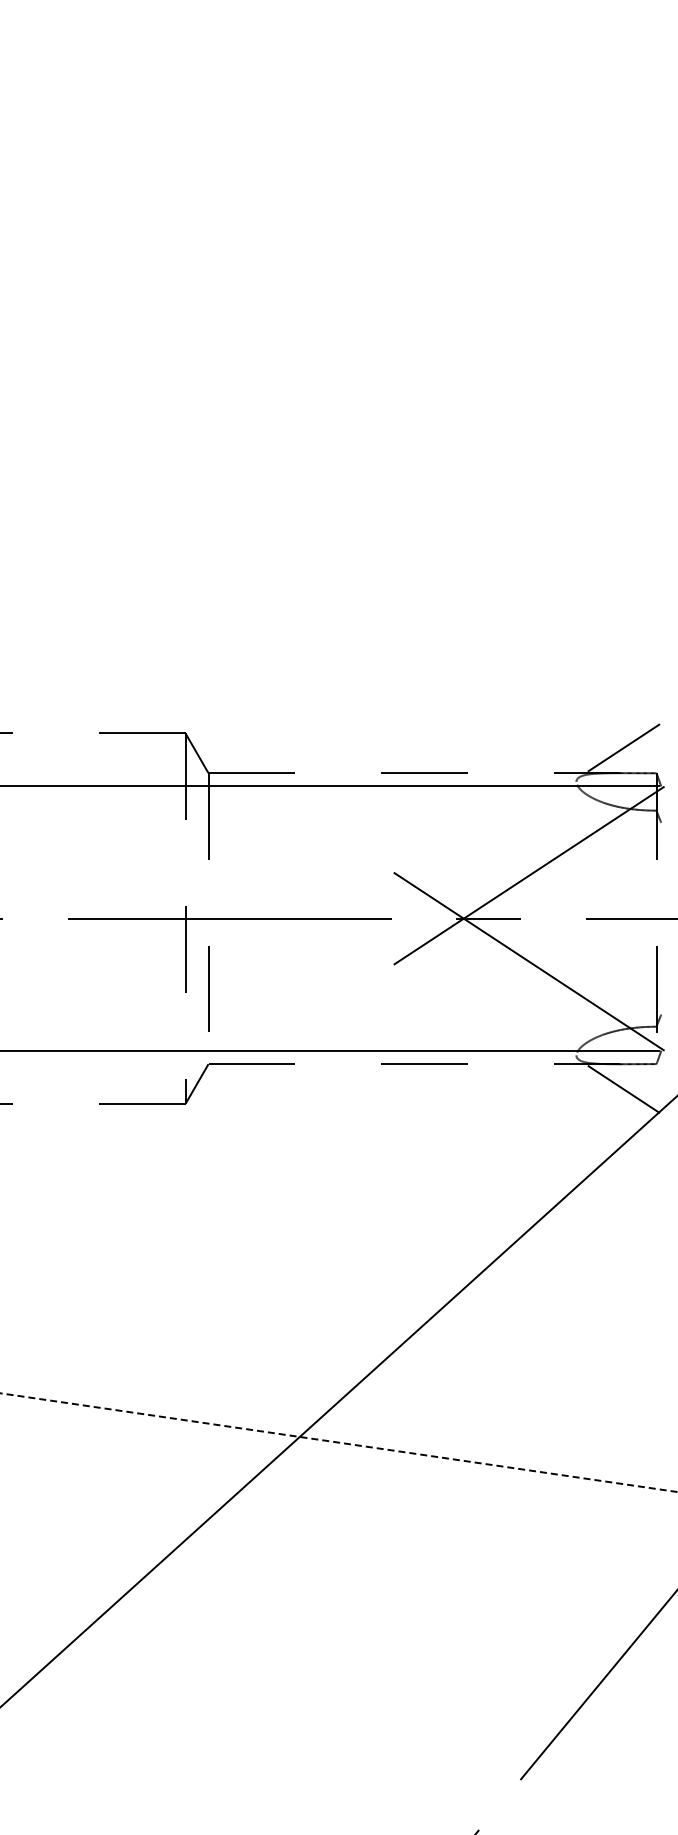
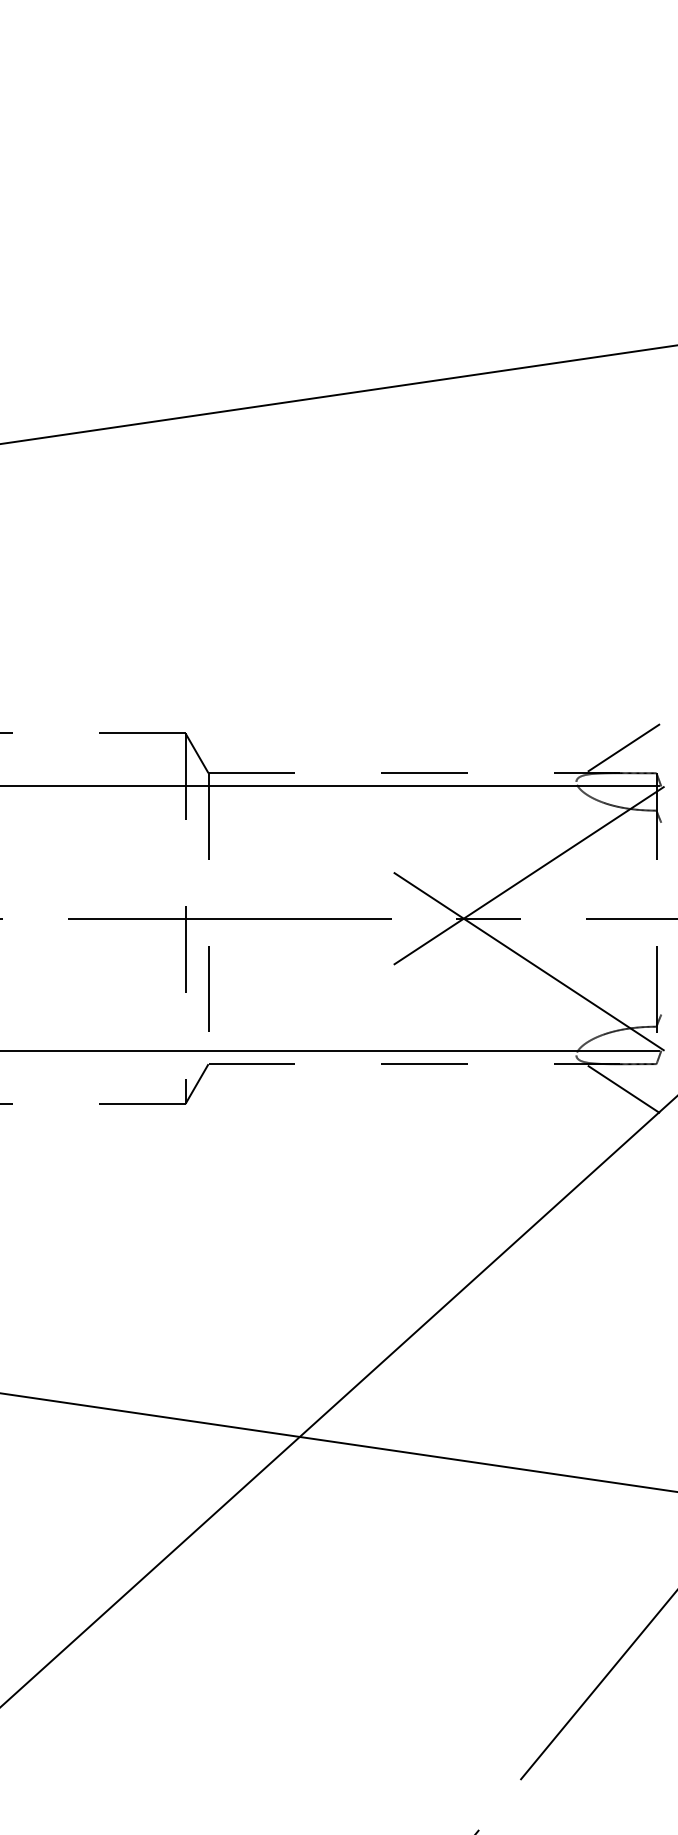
line at (338, 394): none -> present
line at (338, 1442): dashed -> solid
